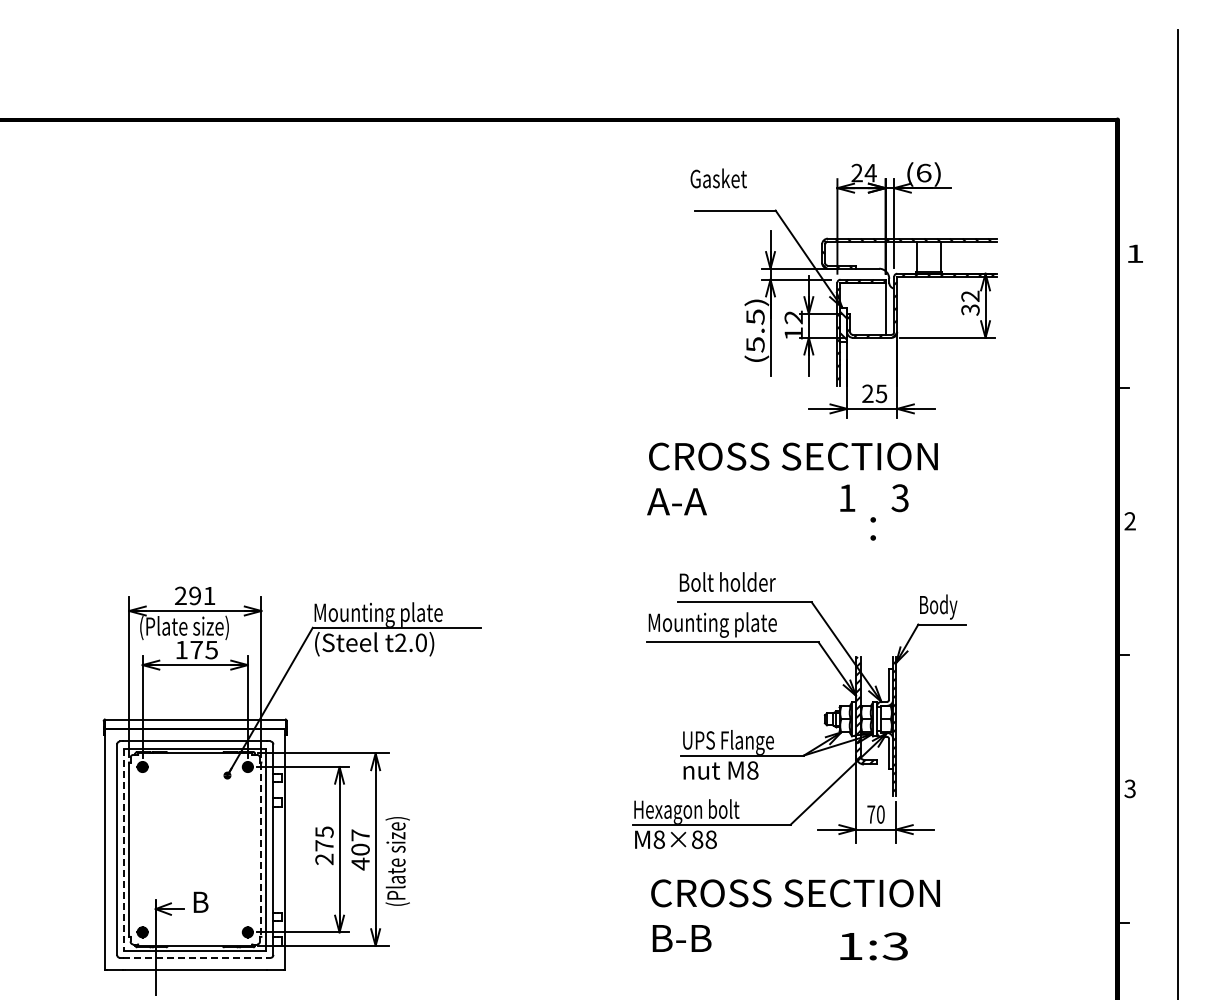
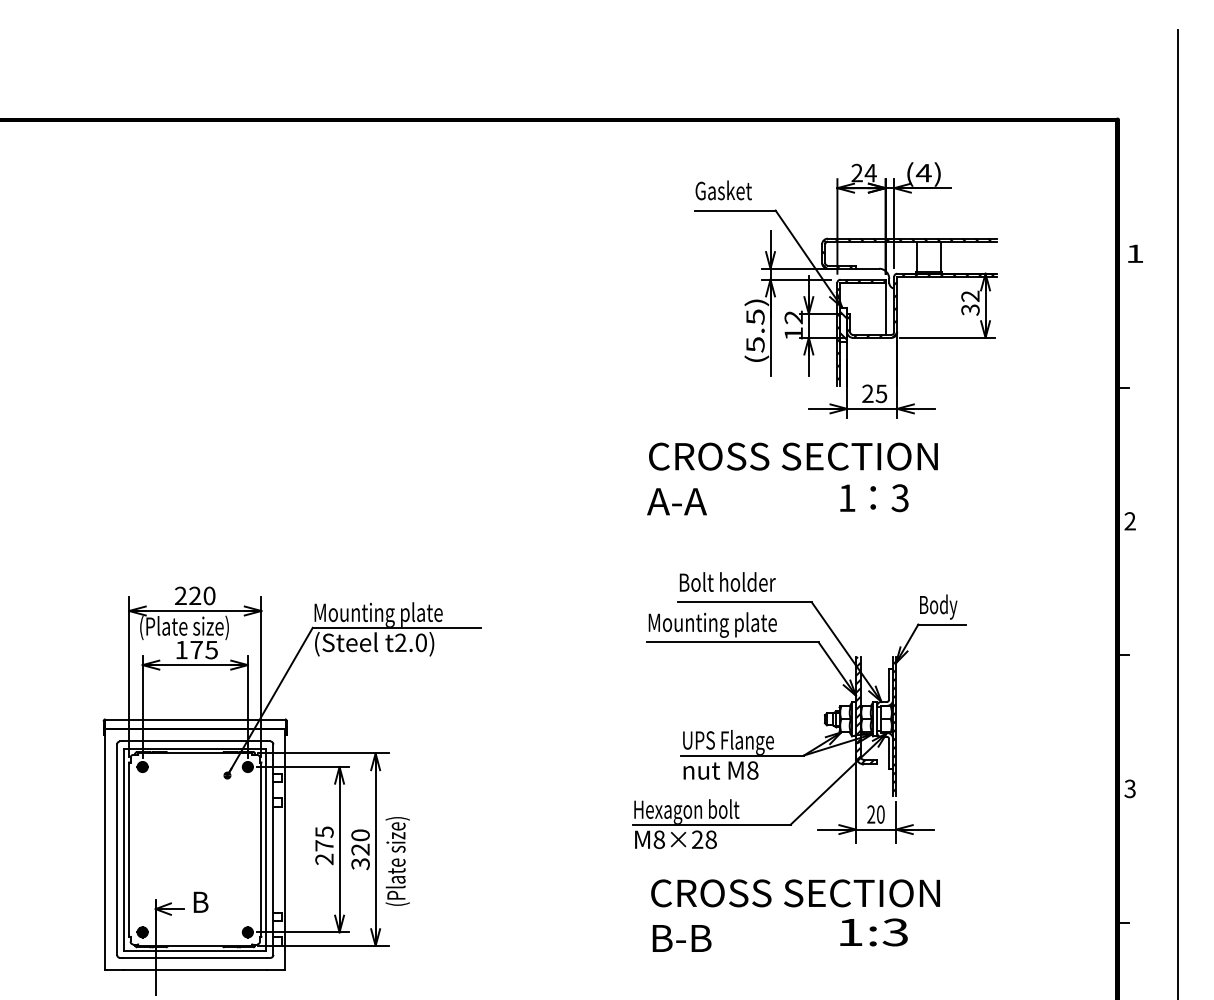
text at (923, 172): (6) -> (4)
text at (718, 178) position: (718, 178) -> (723, 190)
text at (872, 528) position: (872, 528) -> (872, 497)
text at (202, 595): 291 -> 220
text at (871, 814): 70 -> 20
text at (697, 839): M8×88 -> M8×28
text at (360, 849): 407 -> 320
line at (124, 850): dashed -> solid
line at (261, 850): dashed -> solid
text at (873, 946) position: (873, 946) -> (873, 932)
line at (195, 957): dashed -> solid
